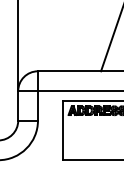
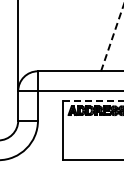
line at (112, 37): solid -> dashed
line at (93, 100): solid -> dashed
